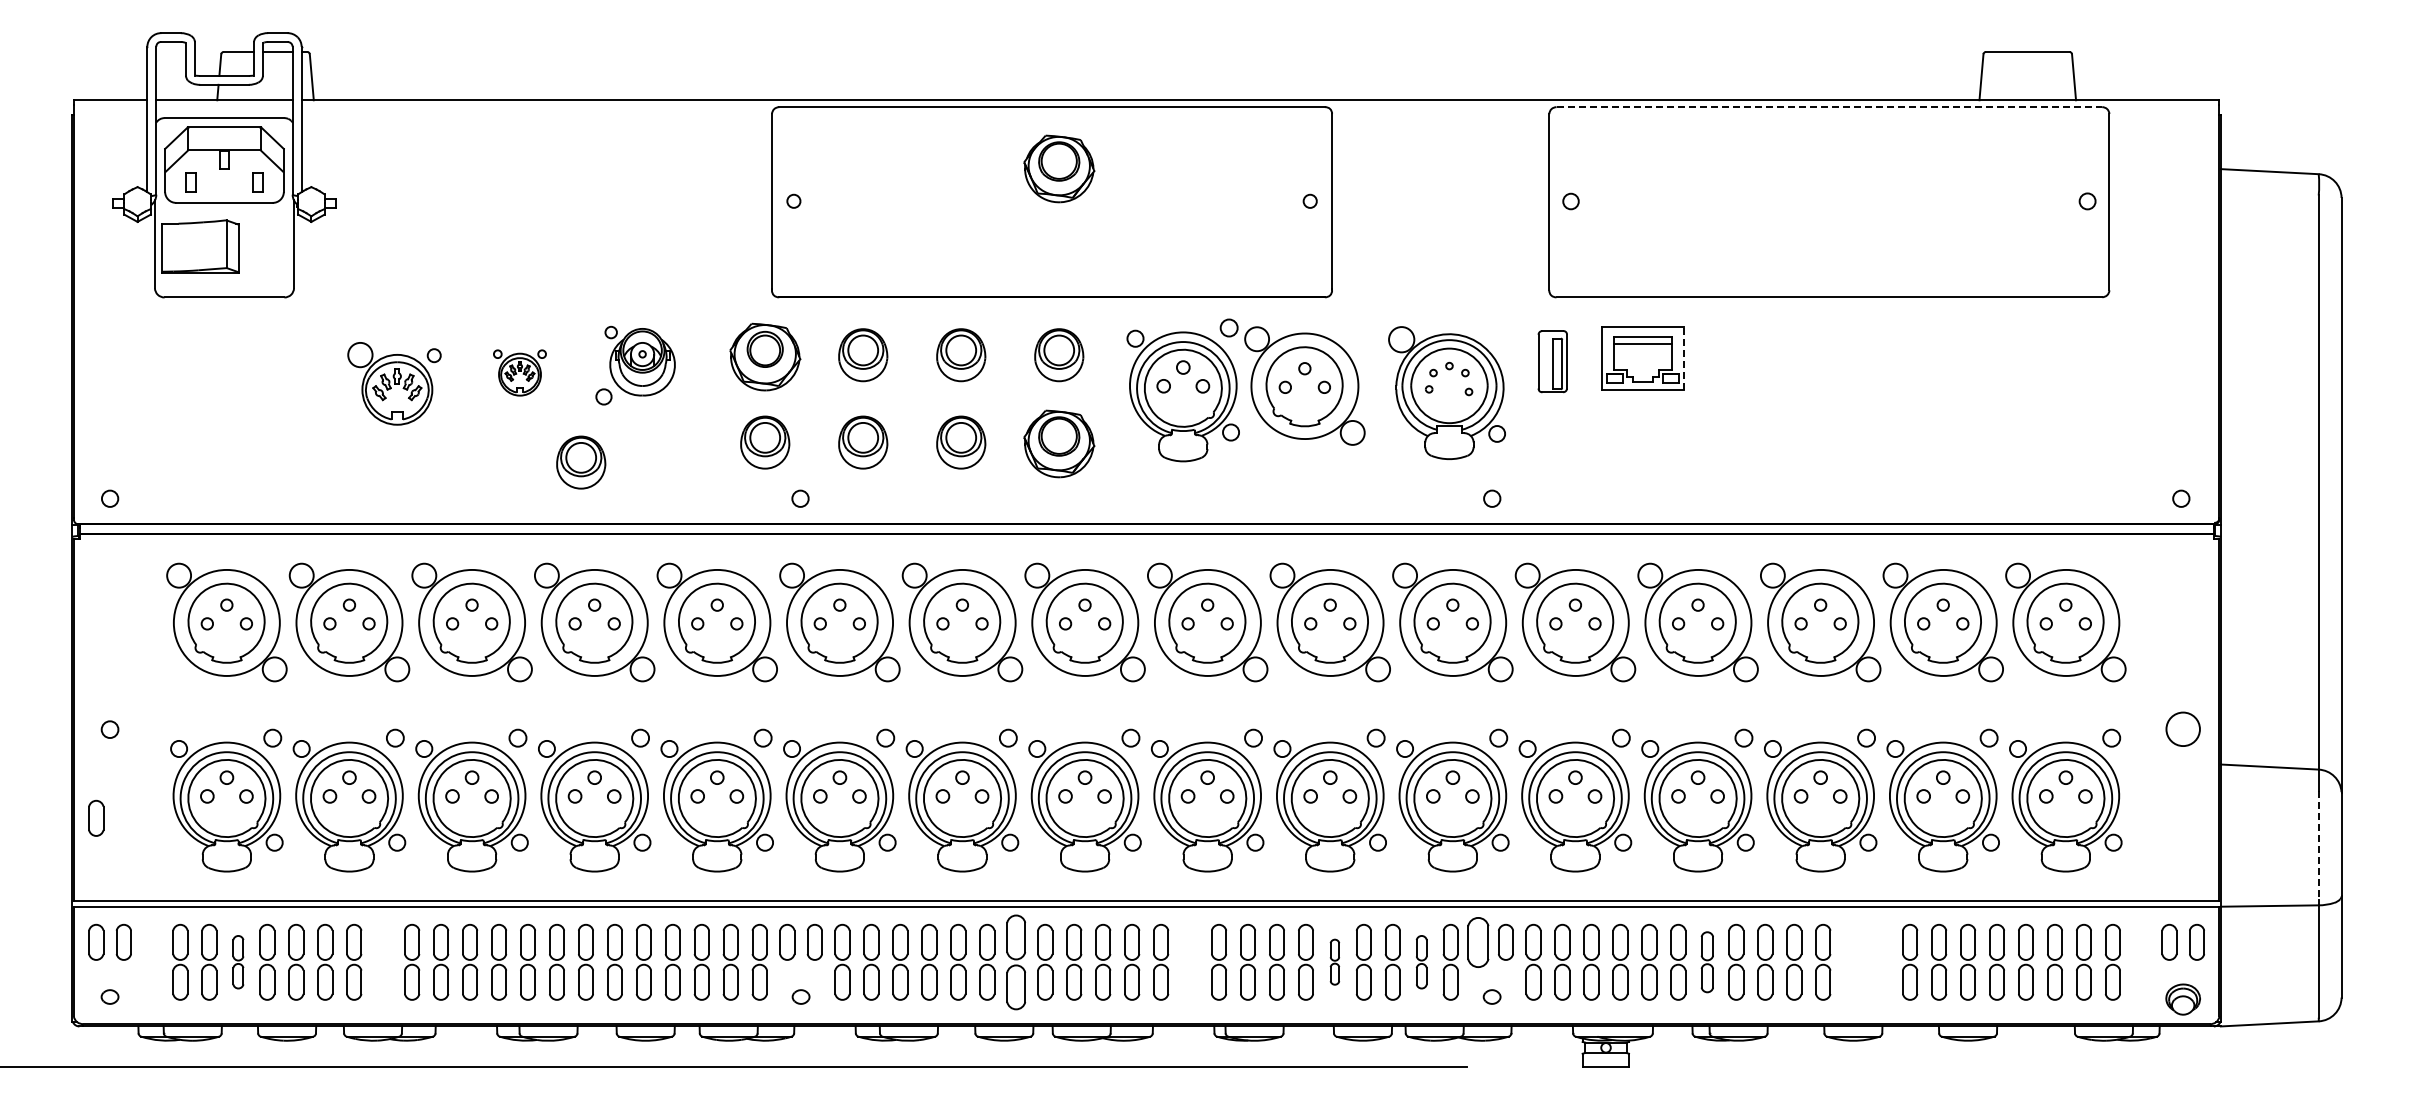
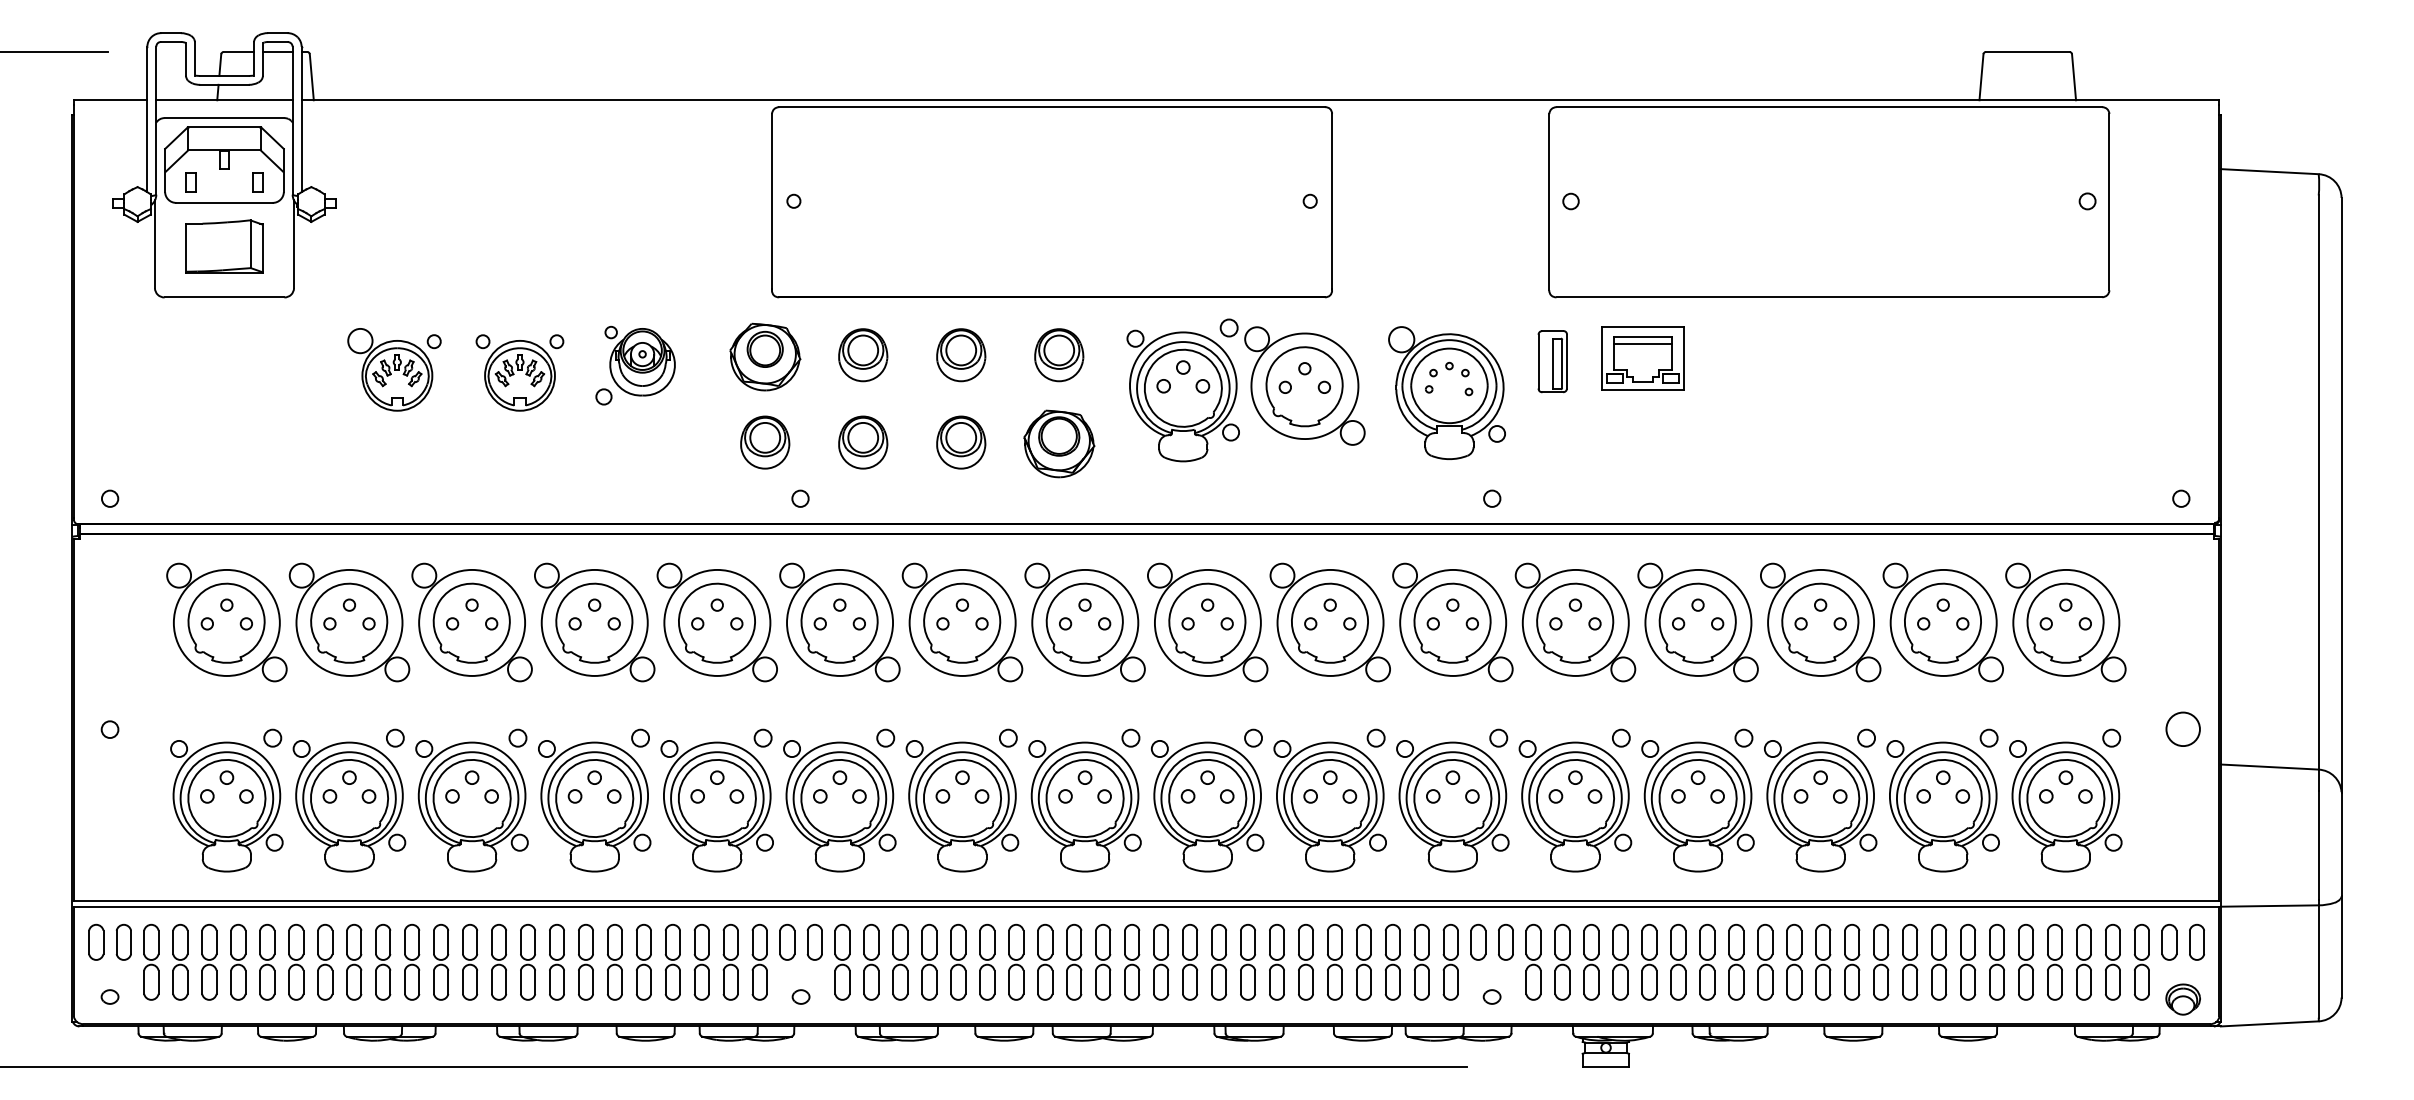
line at (54, 52): none -> present
line at (1829, 107): dashed -> solid
part at (1059, 168): present -> none
part at (200, 246) position: (200, 246) -> (224, 246)
line at (1684, 358): dashed -> solid
part at (519, 372) size: 54x48 px -> 90x78 px
part at (394, 383) position: (394, 383) -> (394, 369)
part at (581, 462): present -> none
part at (96, 817): present -> none
line at (2318, 845): dashed -> solid
part at (1478, 942) size: 23x51 px -> 17x38 px
part at (151, 961): none -> present
part at (383, 961): none -> present
part at (1190, 961): none -> present
part at (1334, 961) size: 12x48 px -> 16x78 px
part at (1852, 961): none -> present
part at (1881, 961): none -> present
part at (2141, 961): none -> present
part at (238, 962) size: 13x55 px -> 17x78 px
part at (1015, 962) size: 20x97 px -> 17x78 px
part at (1421, 962) size: 13x55 px -> 17x78 px
part at (1706, 962) size: 14x63 px -> 17x78 px
